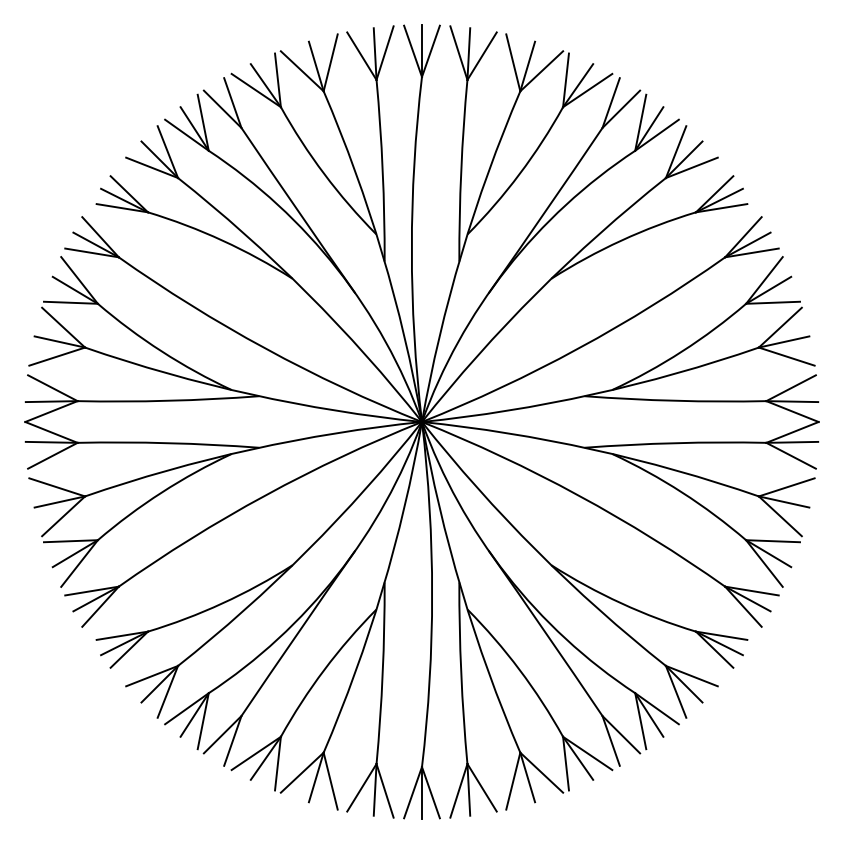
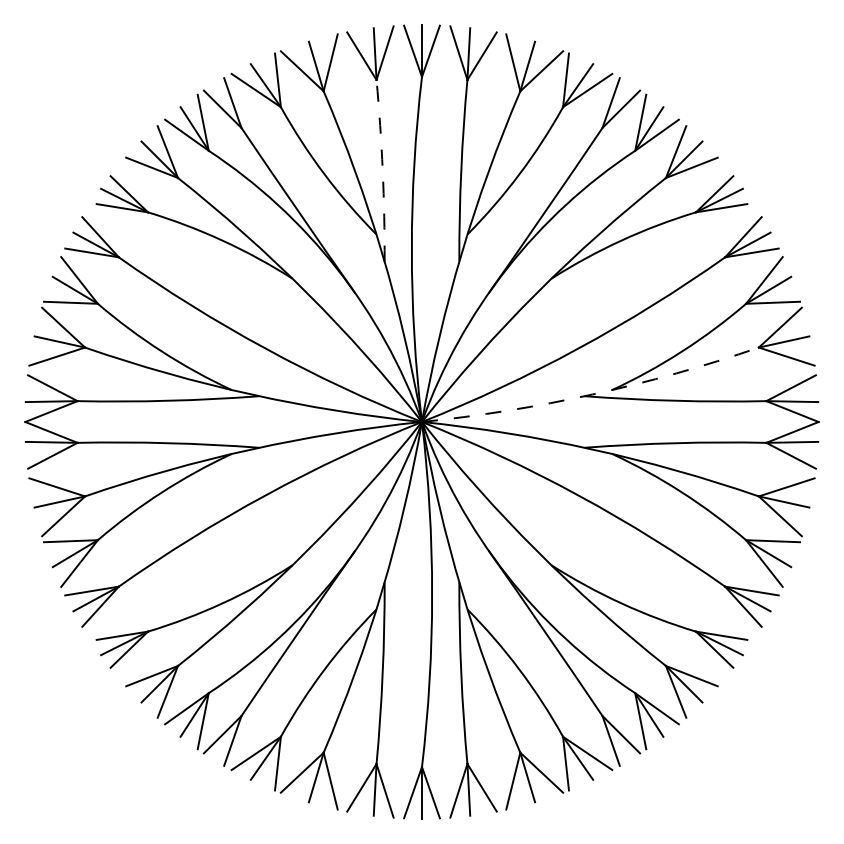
arc at (382, 170): solid -> dashed
arc at (592, 394): solid -> dashed
